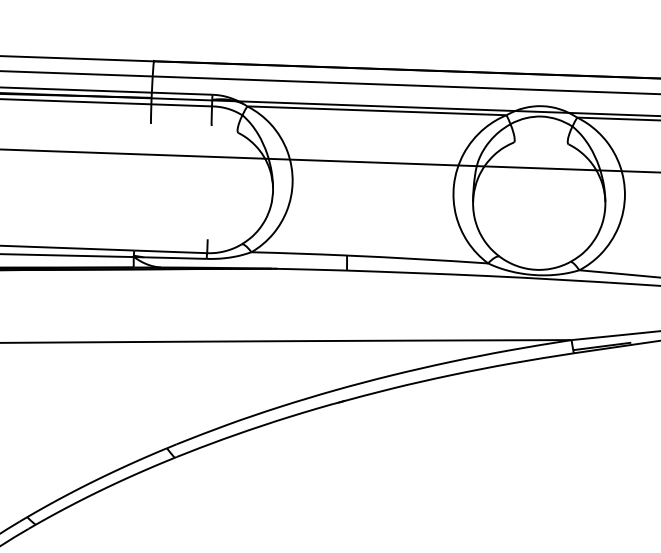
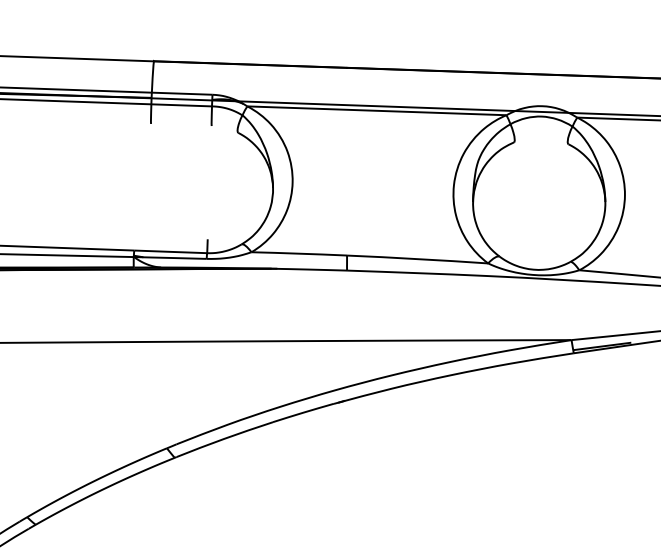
line at (329, 82): present -> none
line at (329, 160): present -> none
